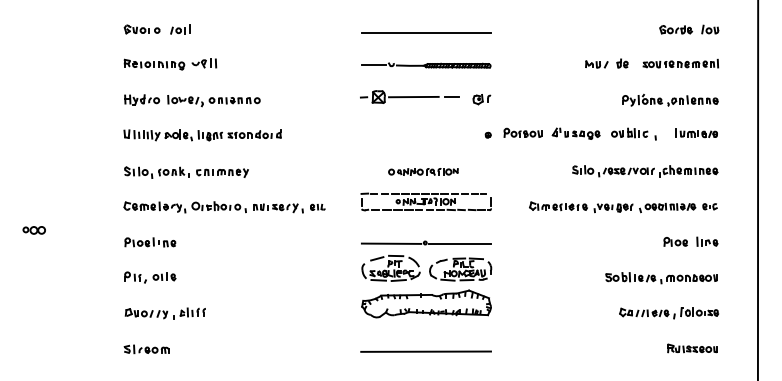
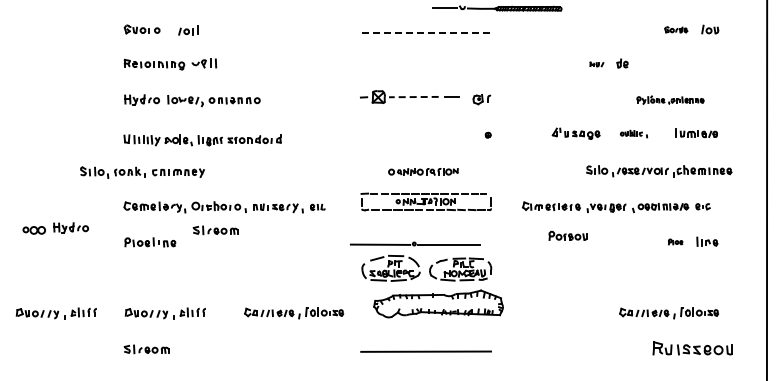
part at (180, 29) position: (180, 29) -> (188, 30)
part at (676, 29) size: 35x10 px -> 25x8 px
line at (426, 33): solid -> dashed
part at (680, 63): present -> none
part at (596, 64) size: 24x9 px -> 16x7 px
part at (426, 65) position: (426, 65) -> (497, 8)
line at (413, 97): solid -> dashed
part at (670, 99) size: 97x14 px -> 69x10 px
part at (522, 132) position: (522, 132) -> (567, 235)
part at (633, 133) size: 46x14 px -> 30x10 px
part at (202, 135) position: (202, 135) -> (202, 140)
part at (645, 171) position: (645, 171) -> (659, 171)
part at (186, 172) position: (186, 172) -> (142, 172)
line at (757, 189) position: (757, 189) -> (766, 189)
part at (623, 207) position: (623, 207) -> (616, 207)
part at (70, 227): none -> present
part at (215, 230): none -> present
part at (675, 241) size: 25x10 px -> 16x8 px
part at (426, 242) position: (426, 242) -> (415, 243)
part at (150, 277): present -> none
part at (661, 278): present -> none
part at (426, 303) position: (426, 303) -> (438, 303)
part at (55, 313): none -> present
part at (294, 313): none -> present
part at (692, 348) size: 51x11 px -> 81x15 px
